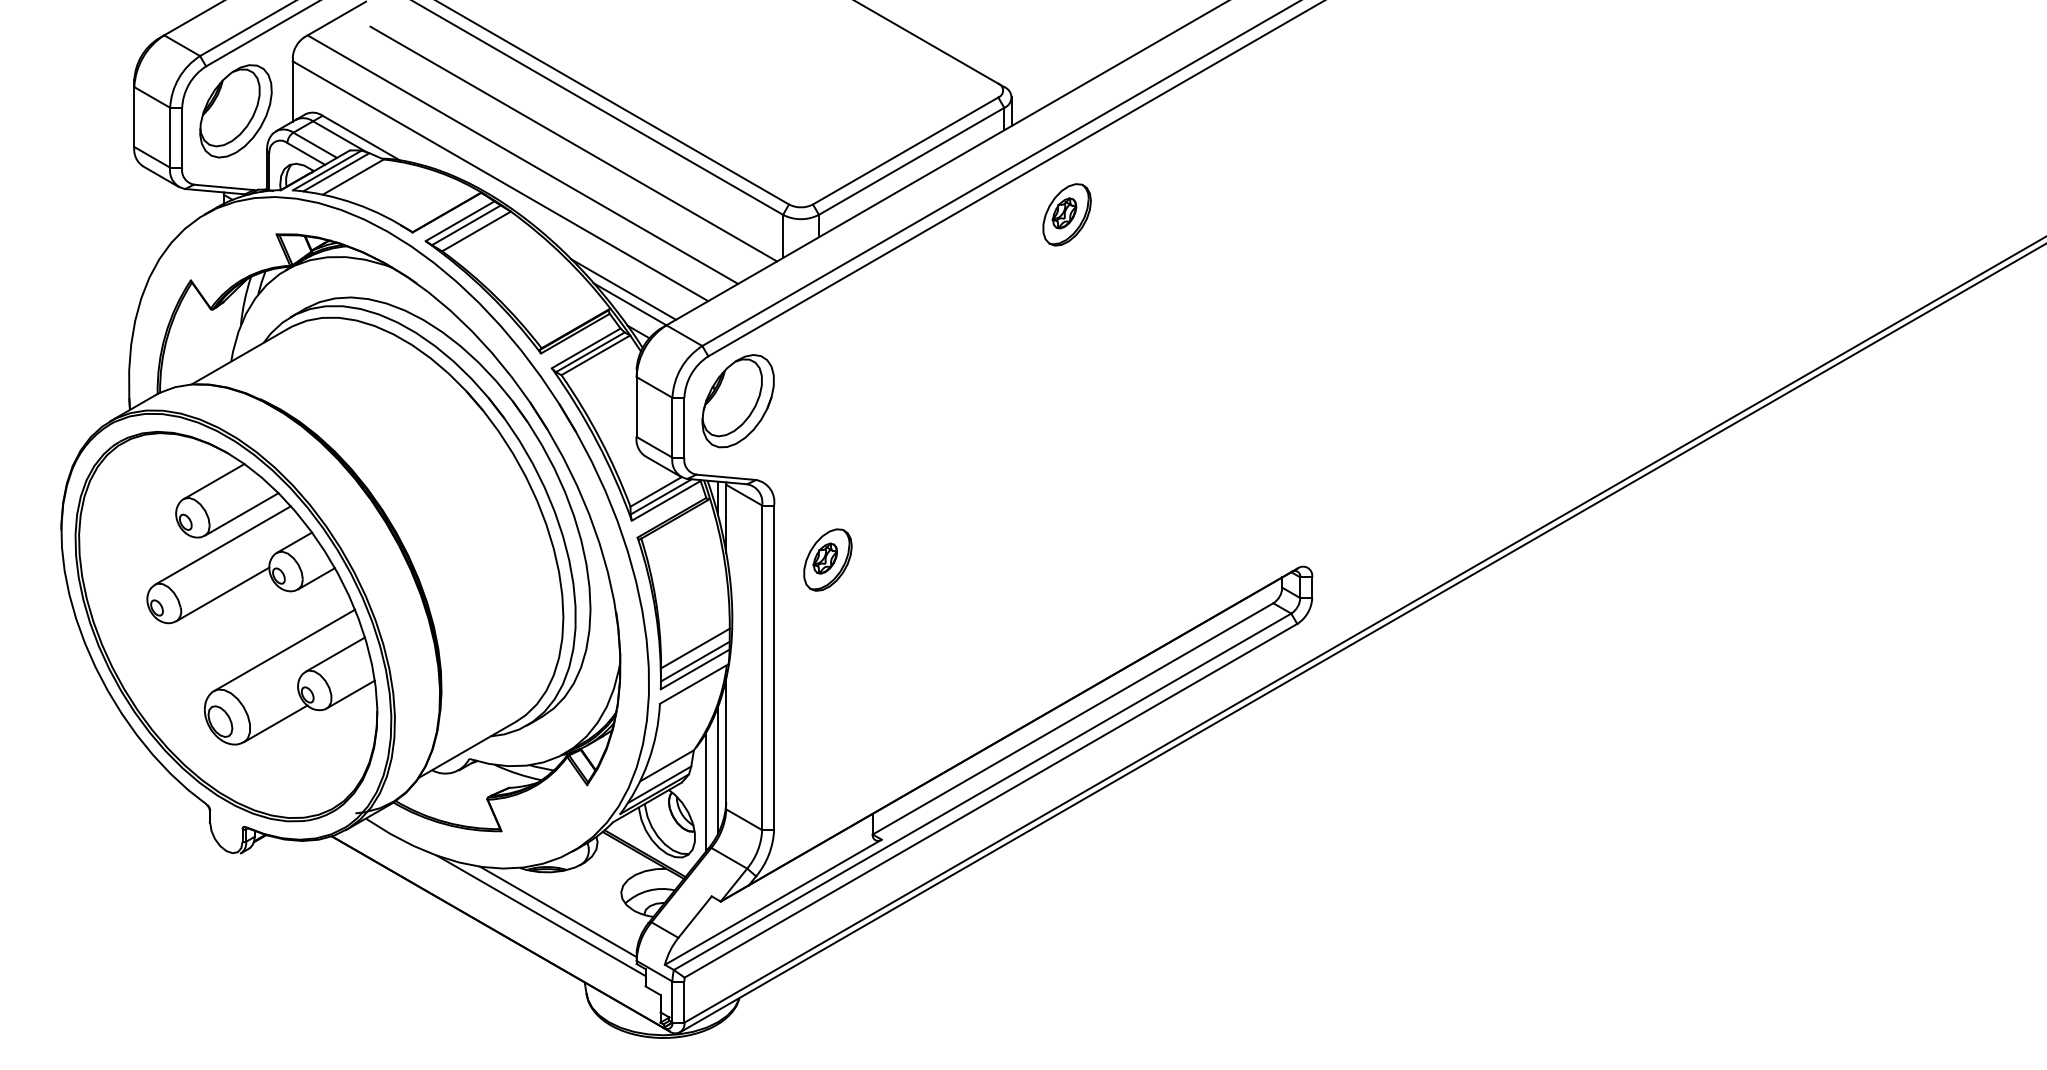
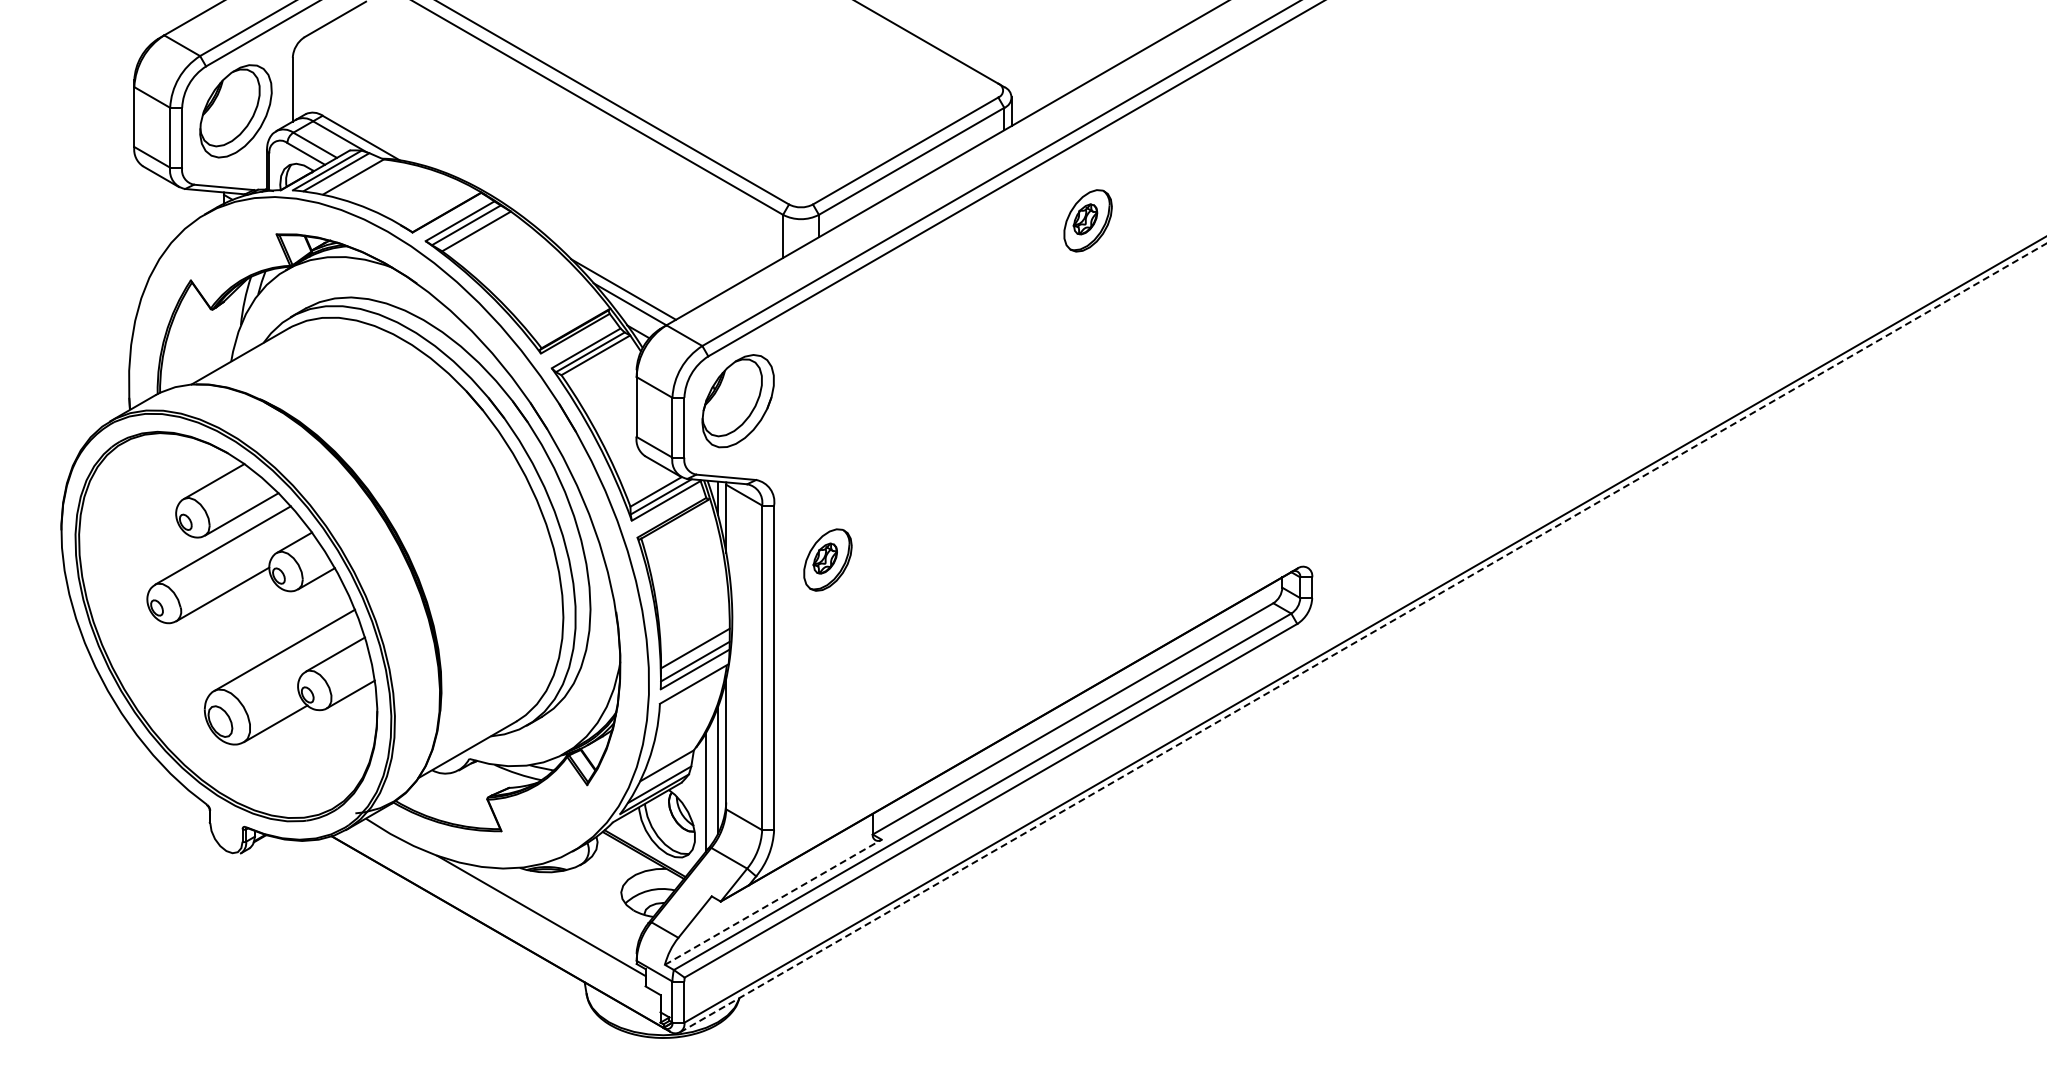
line at (573, 143): present -> none
line at (522, 159): present -> none
line at (500, 181): present -> none
part at (1066, 214) position: (1066, 214) -> (1087, 220)
line at (1363, 637): solid -> dashed
line at (773, 902): solid -> dashed
line at (558, 911): present -> none
